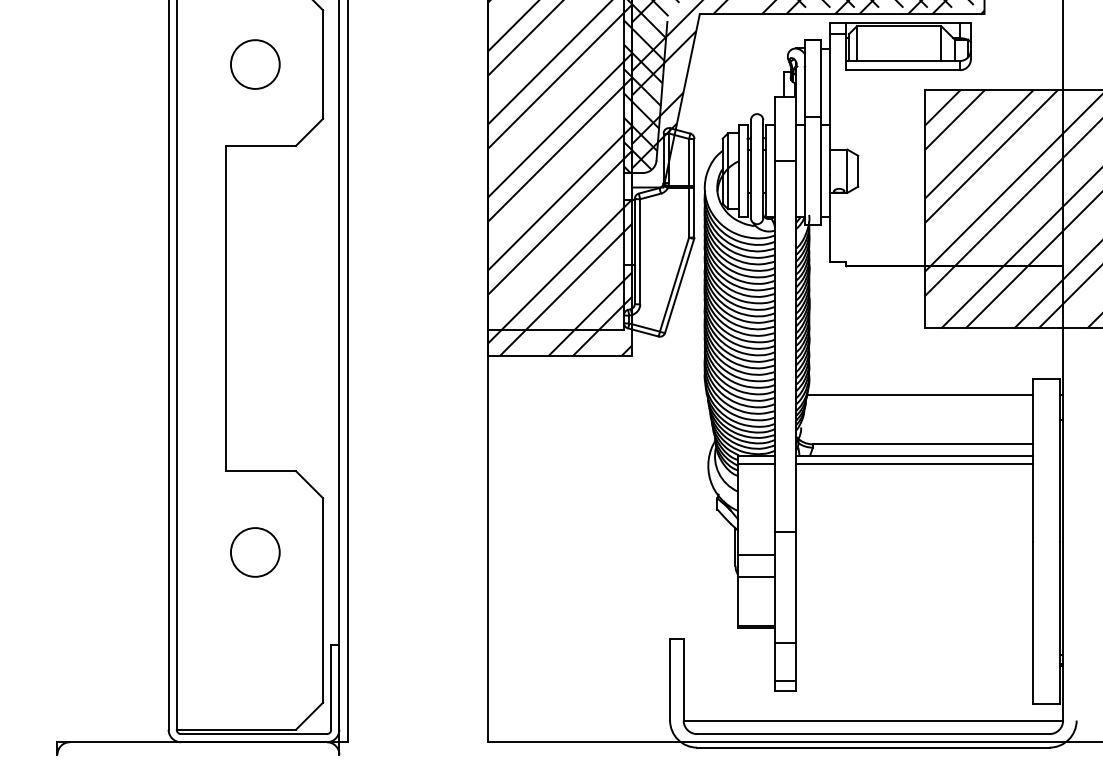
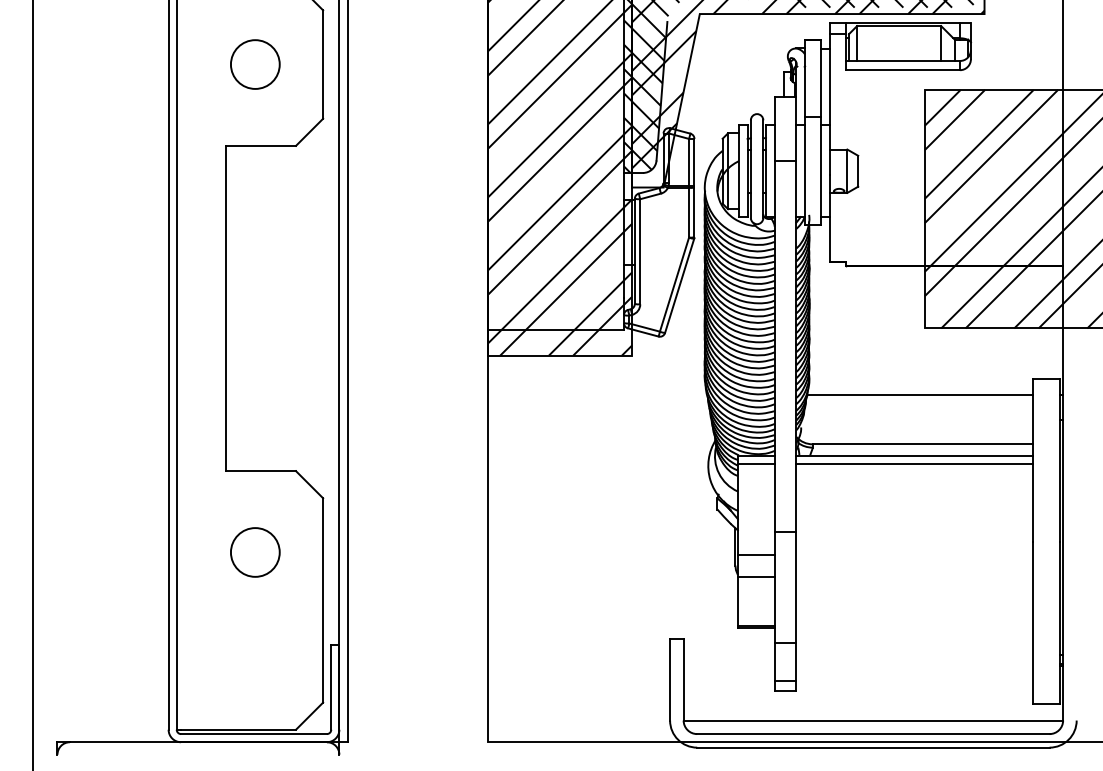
line at (33, 384): none -> present
